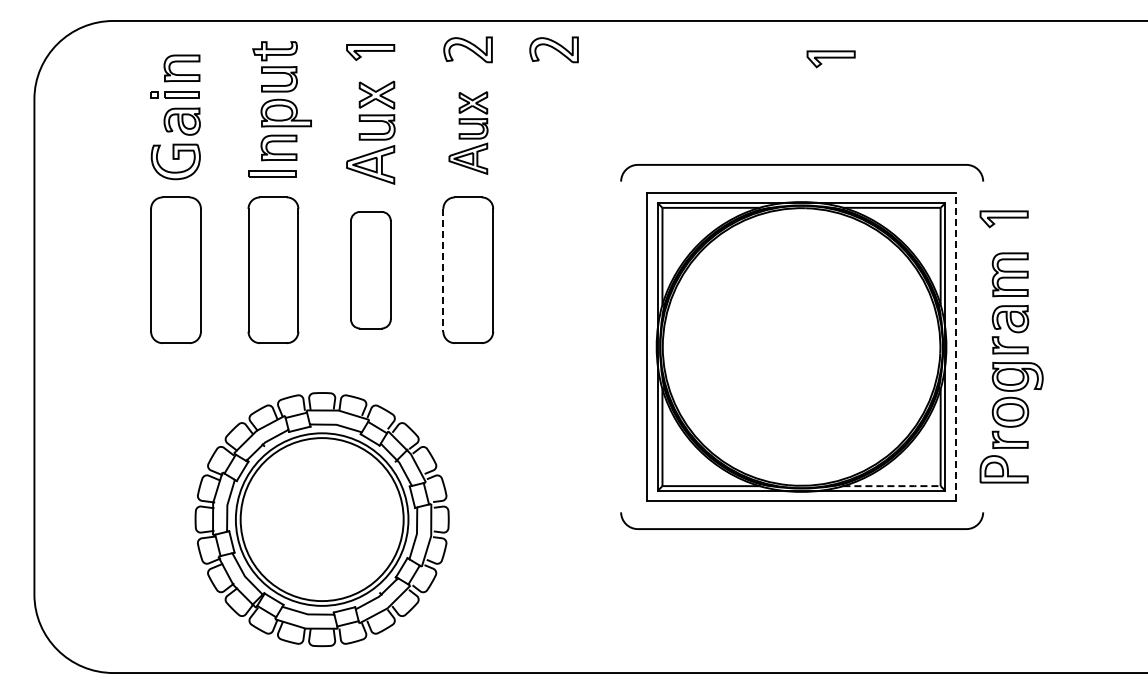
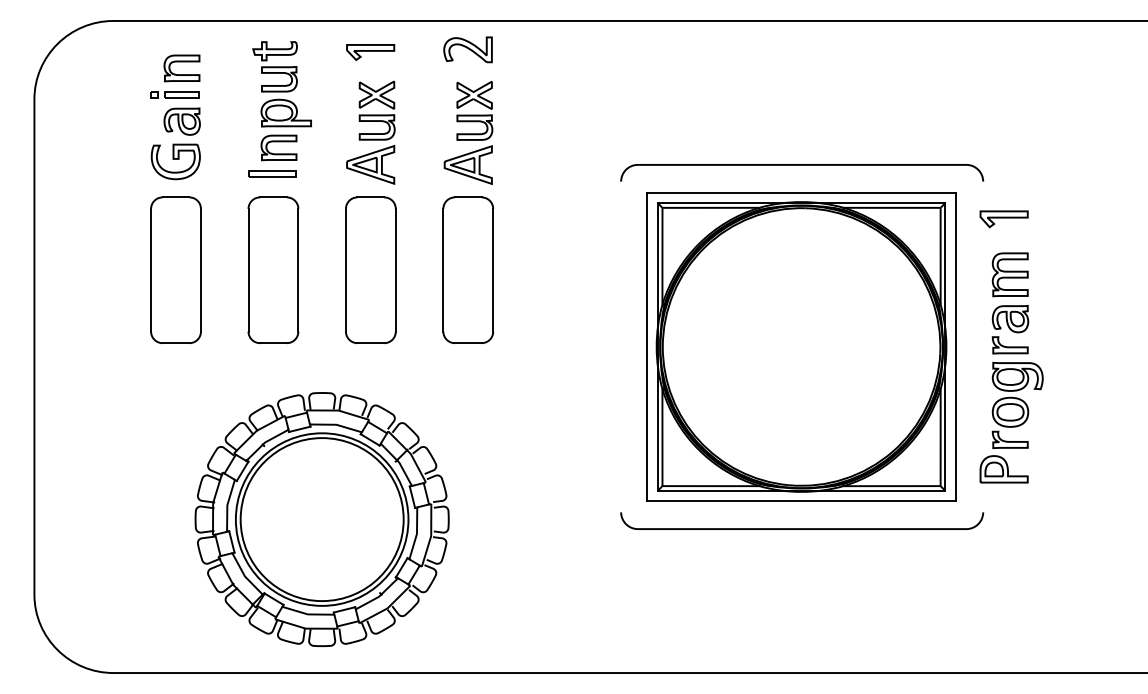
part at (553, 49): present -> none
part at (830, 59): present -> none
part at (468, 132) size: 41x84 px -> 51x105 px
part at (370, 270) size: 42x119 px -> 52x148 px
line at (443, 270): dashed -> solid
line at (955, 346): dashed -> solid
line at (892, 486): dashed -> solid
